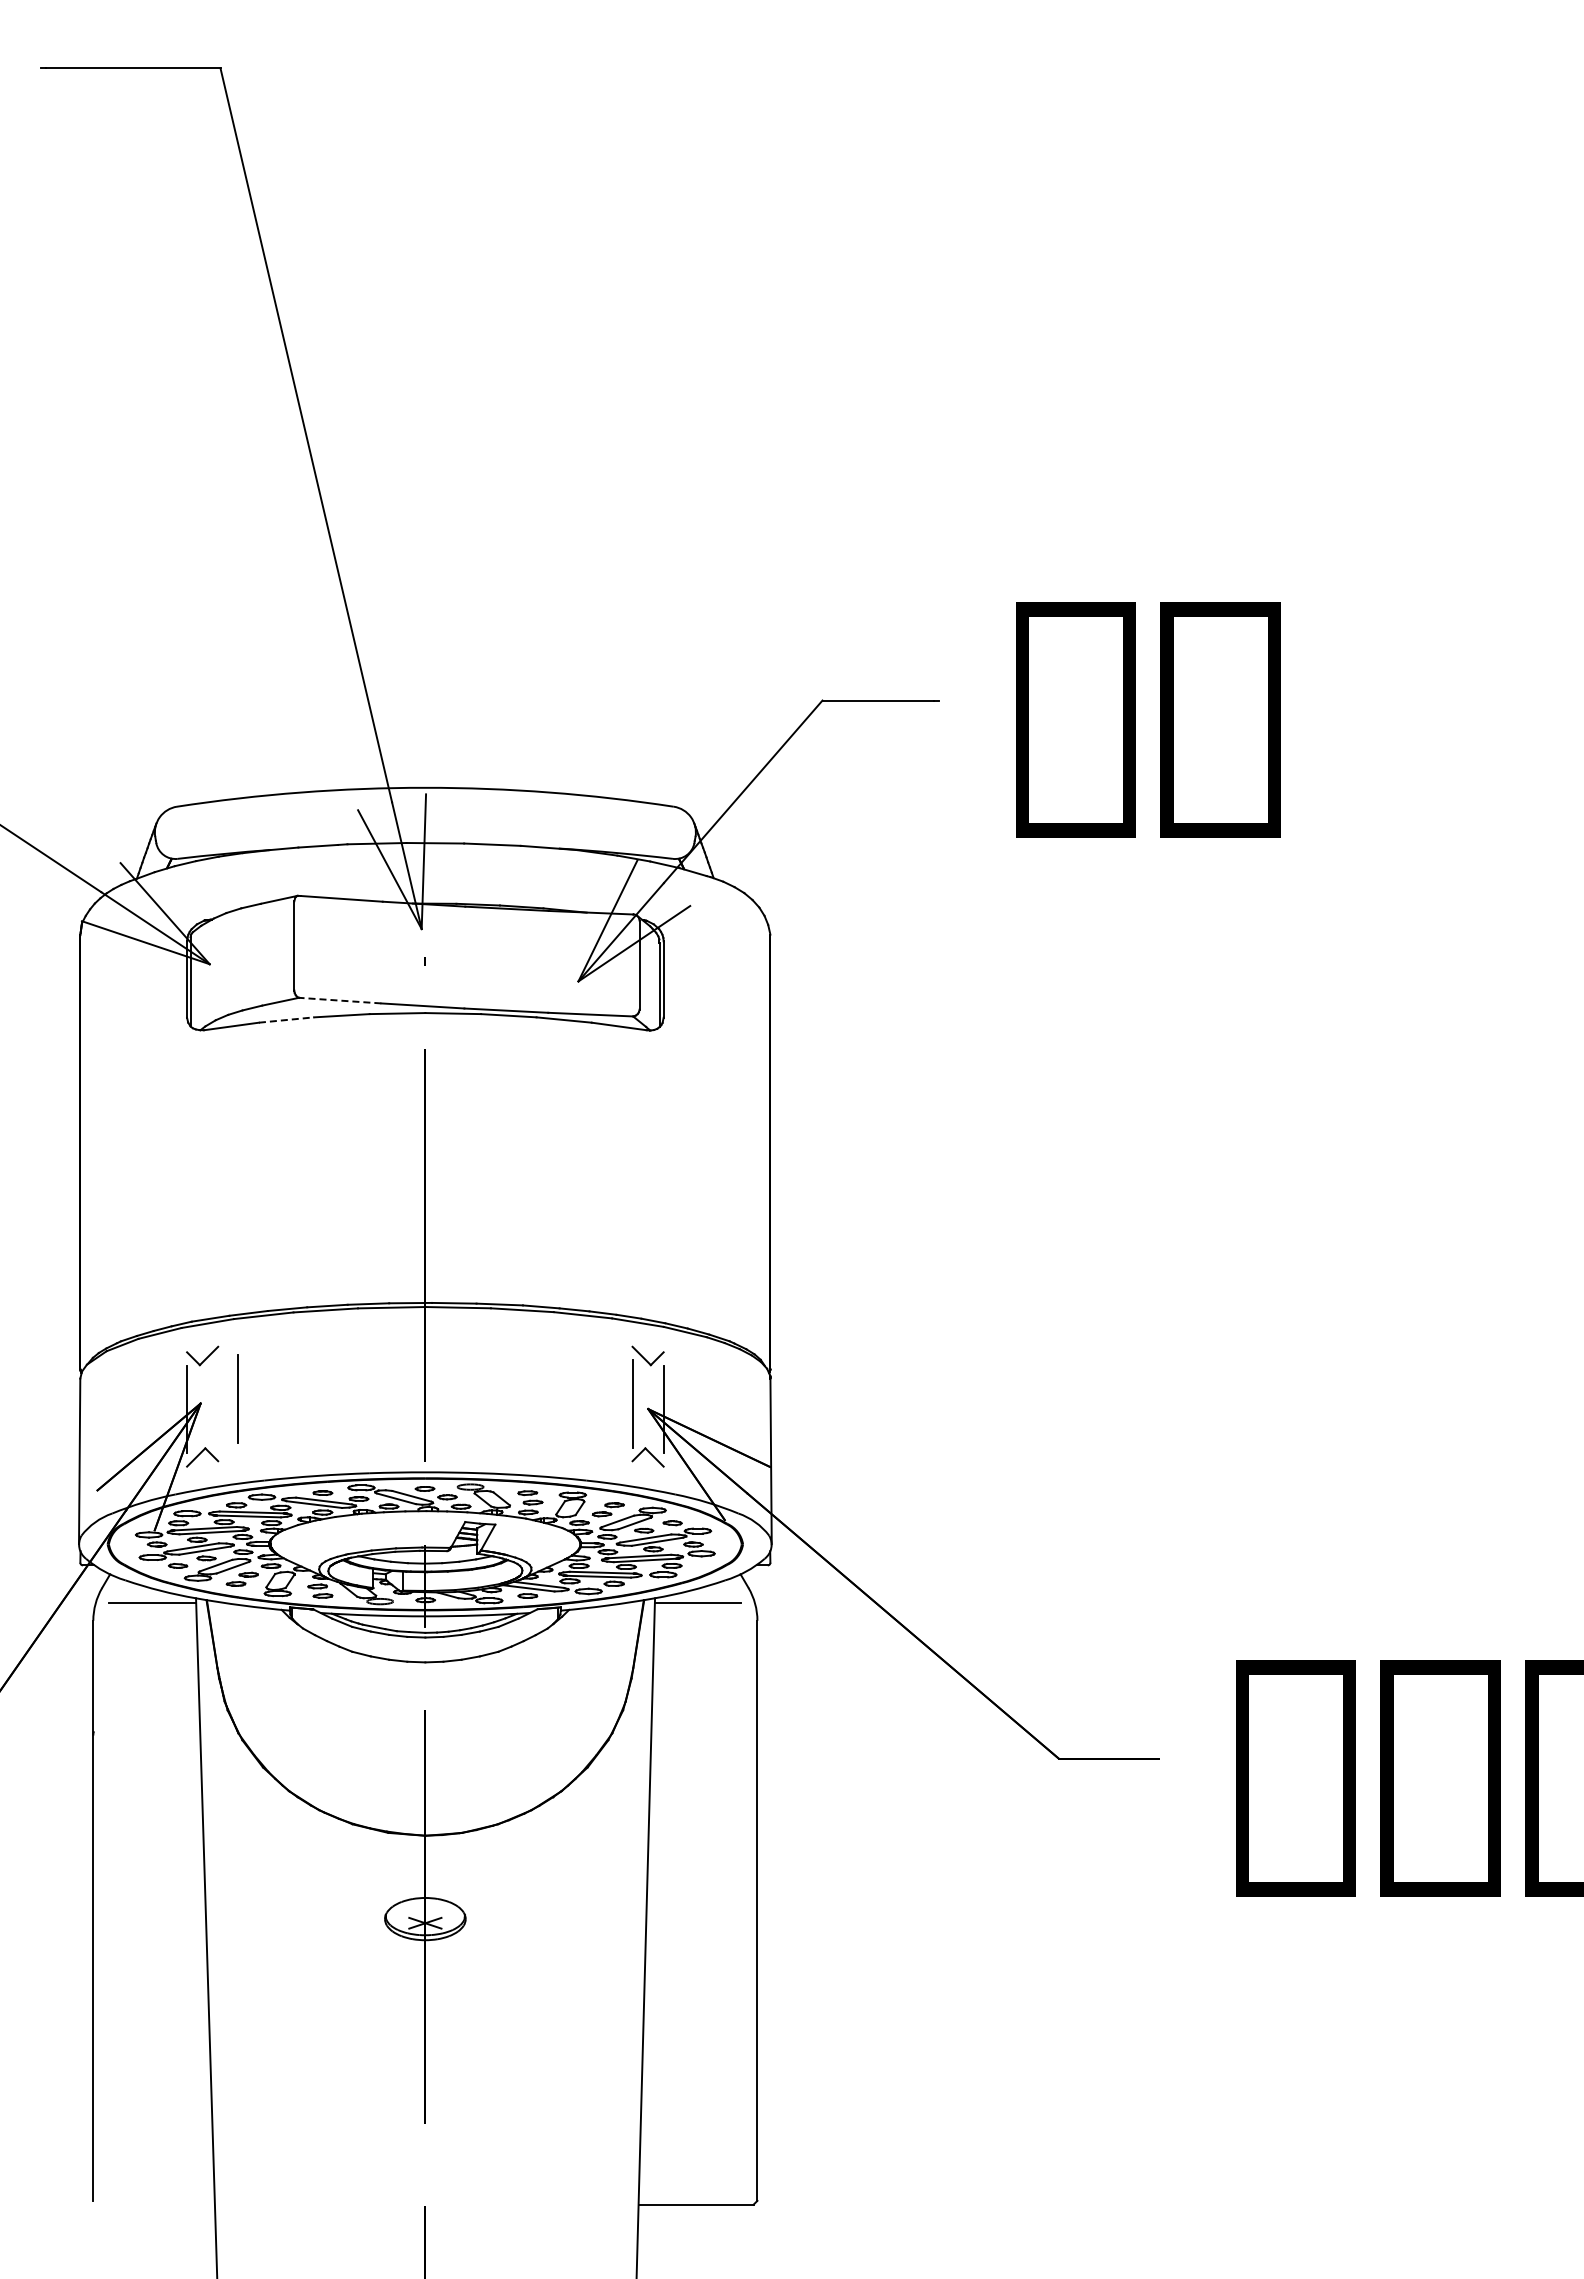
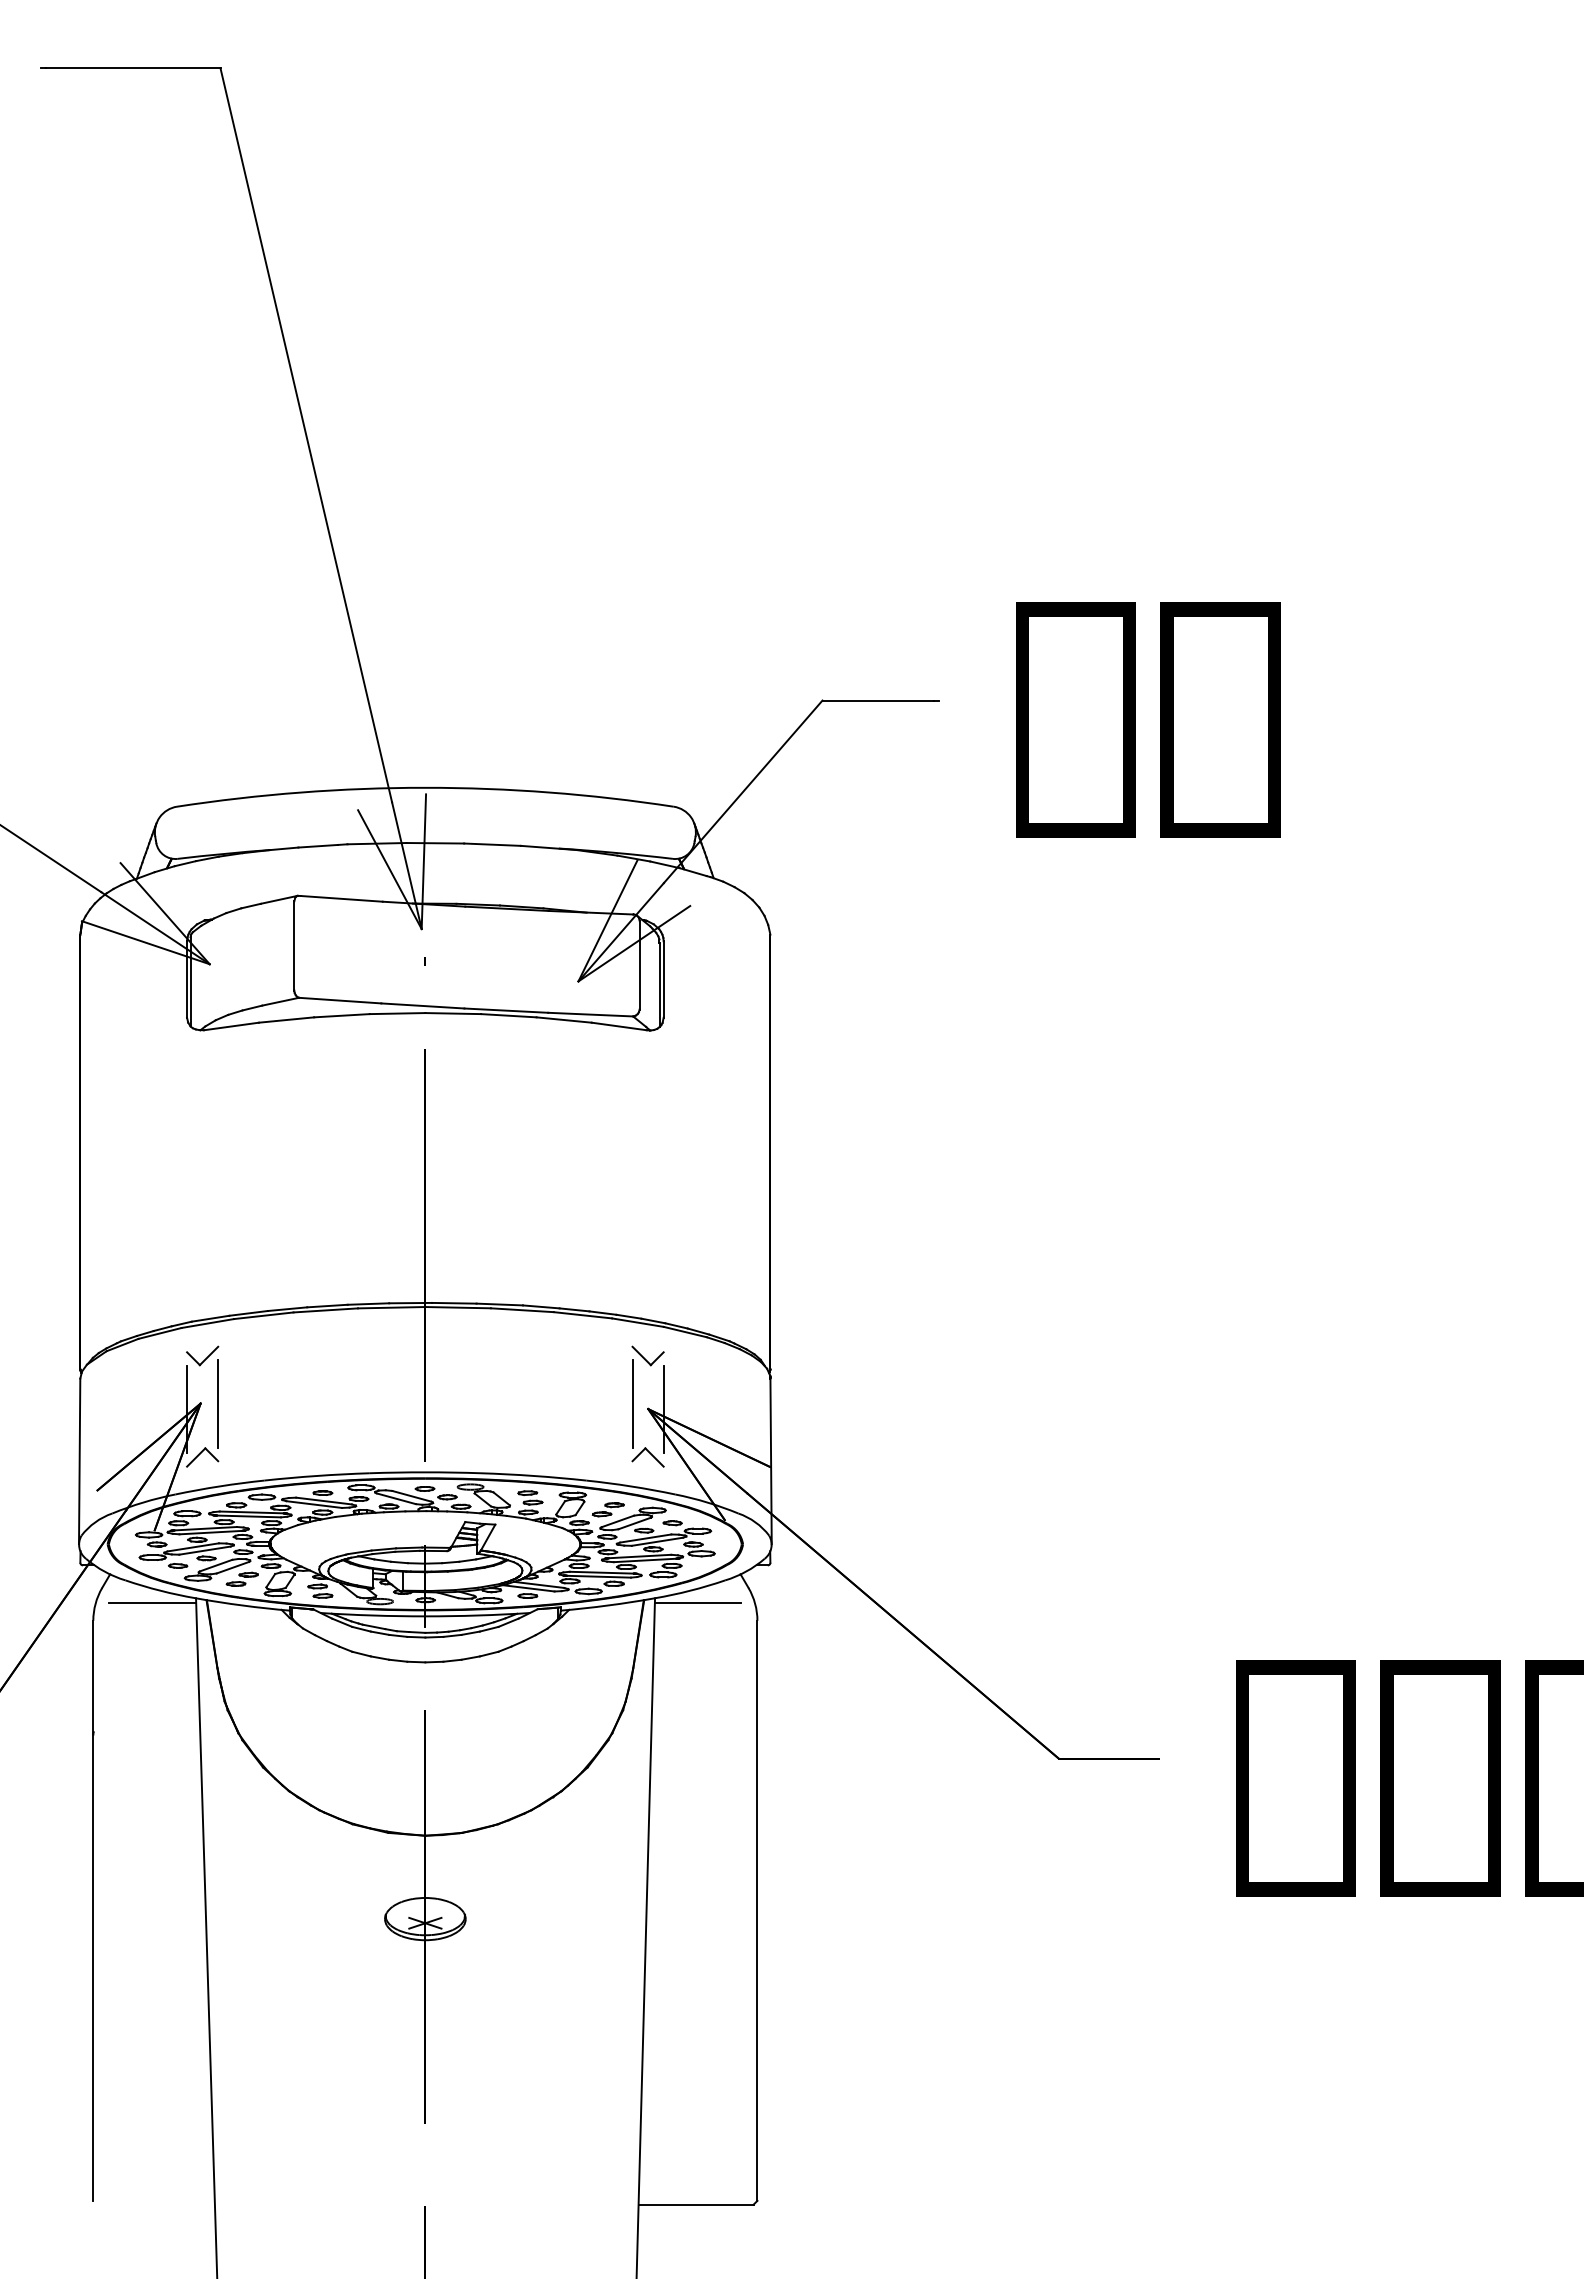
line at (339, 1000): dashed -> solid
line at (286, 1020): dashed -> solid
line at (237, 1398) position: (237, 1398) -> (217, 1403)
